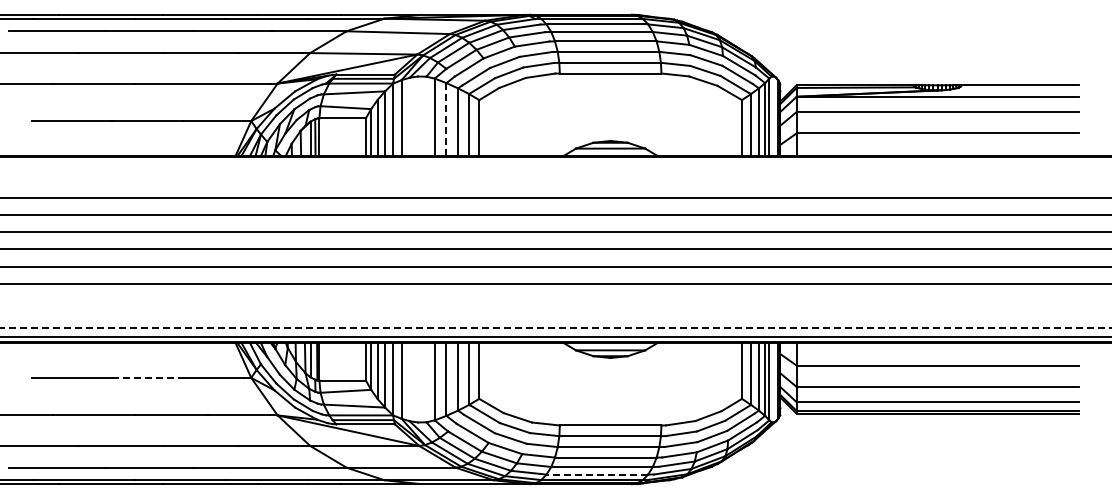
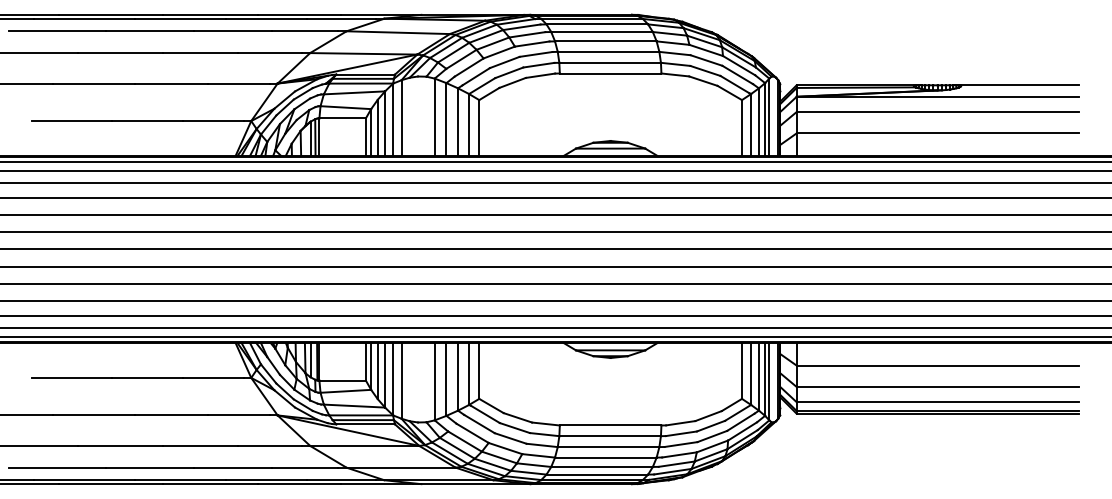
line at (446, 119): dashed -> solid
line at (555, 162): none -> present
line at (555, 170): none -> present
line at (555, 183): none -> present
line at (555, 300): none -> present
line at (555, 315): none -> present
line at (555, 328): dashed -> solid
line at (148, 377): dashed -> solid
line at (597, 474): dashed -> solid
